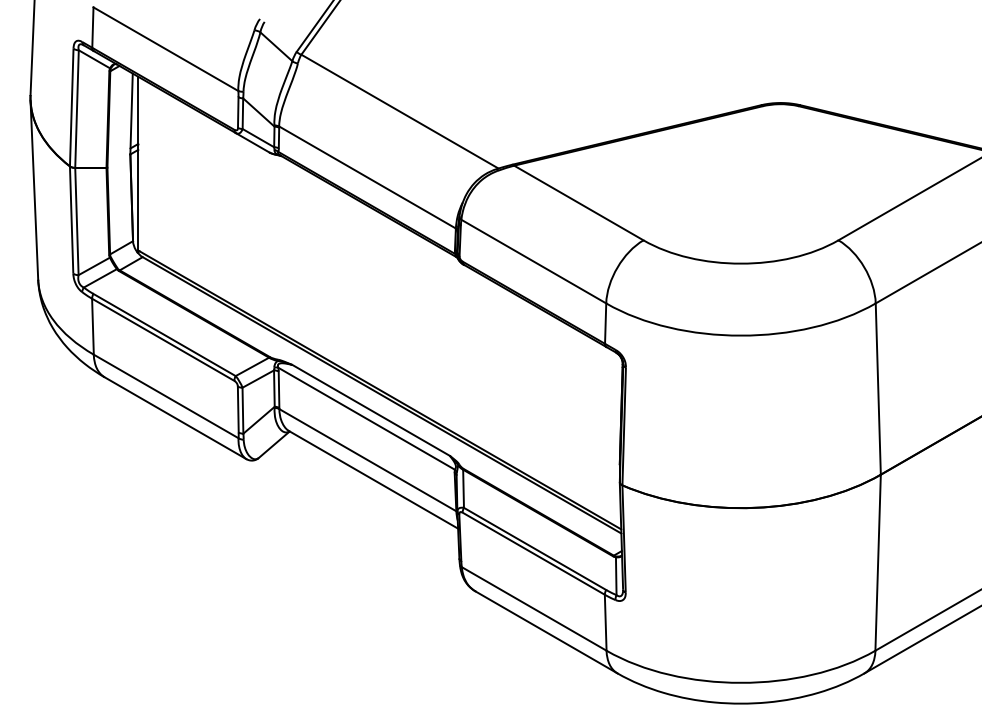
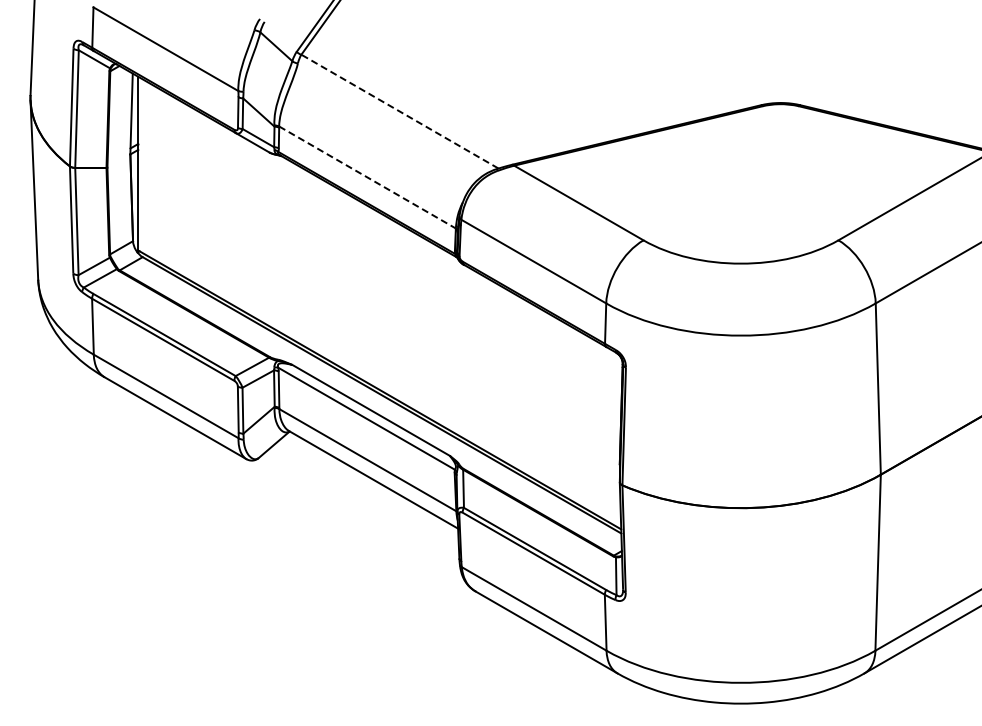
line at (399, 111): solid -> dashed
line at (367, 177): solid -> dashed
